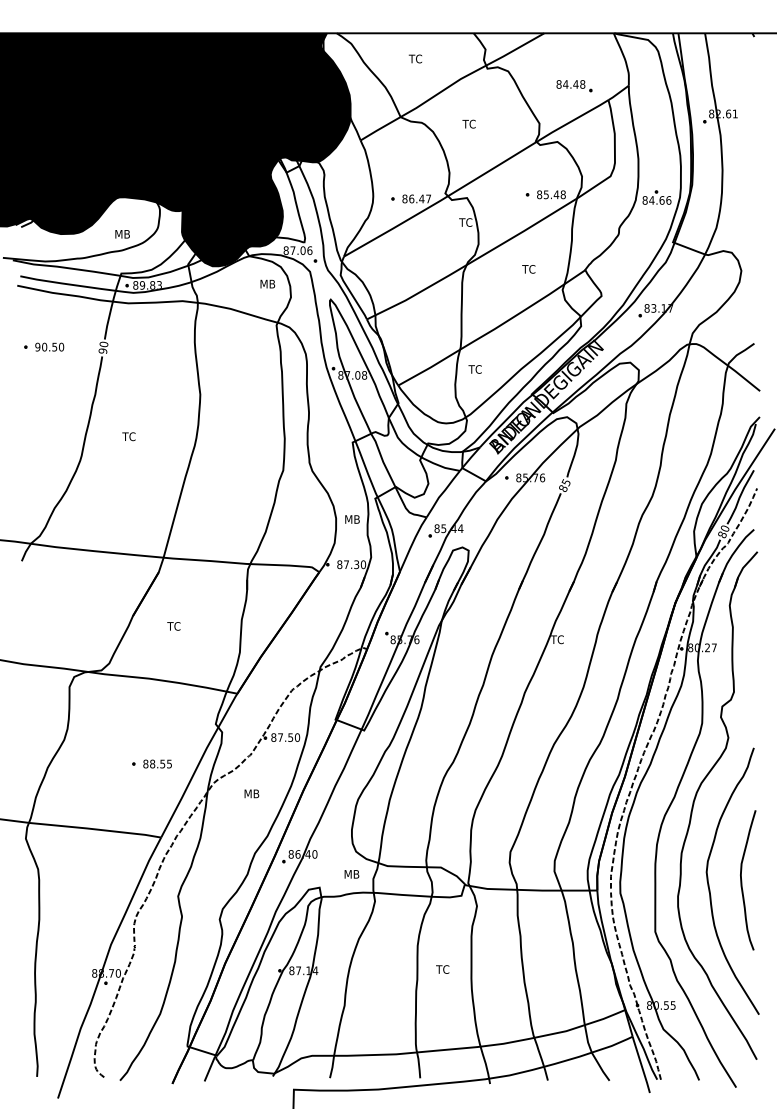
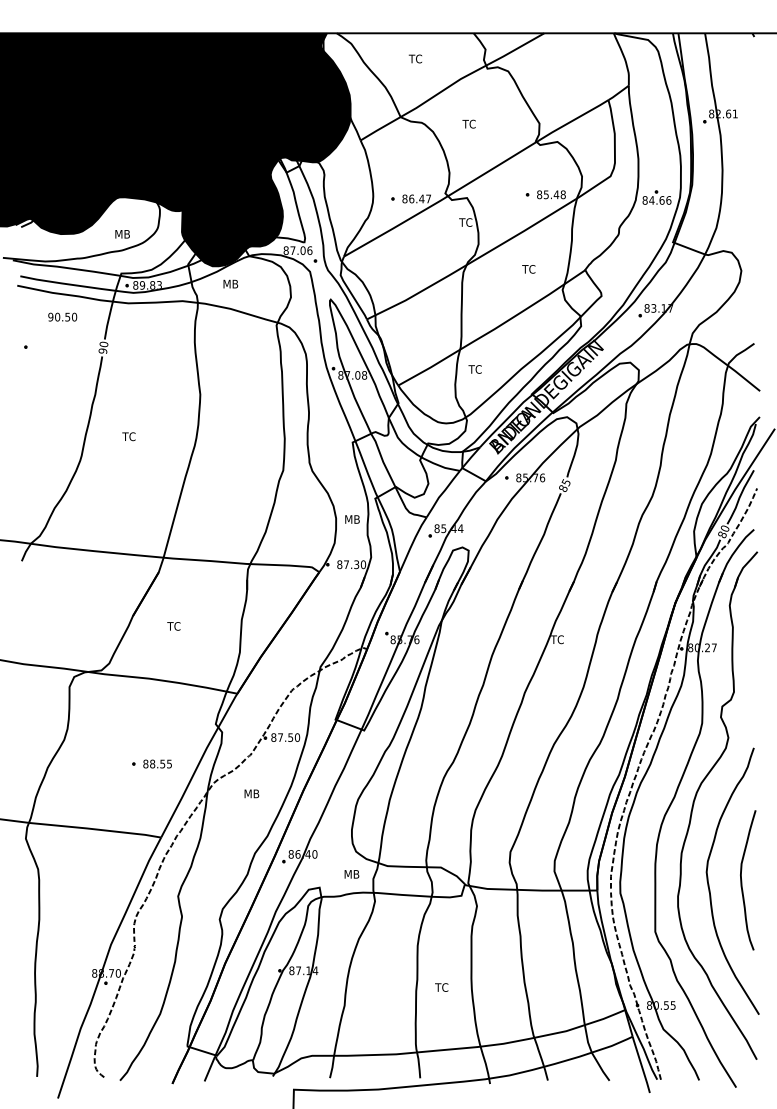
part at (574, 86): present -> none
text at (267, 283) position: (267, 283) -> (230, 283)
text at (49, 346) position: (49, 346) -> (62, 316)
text at (442, 969) position: (442, 969) -> (441, 987)
